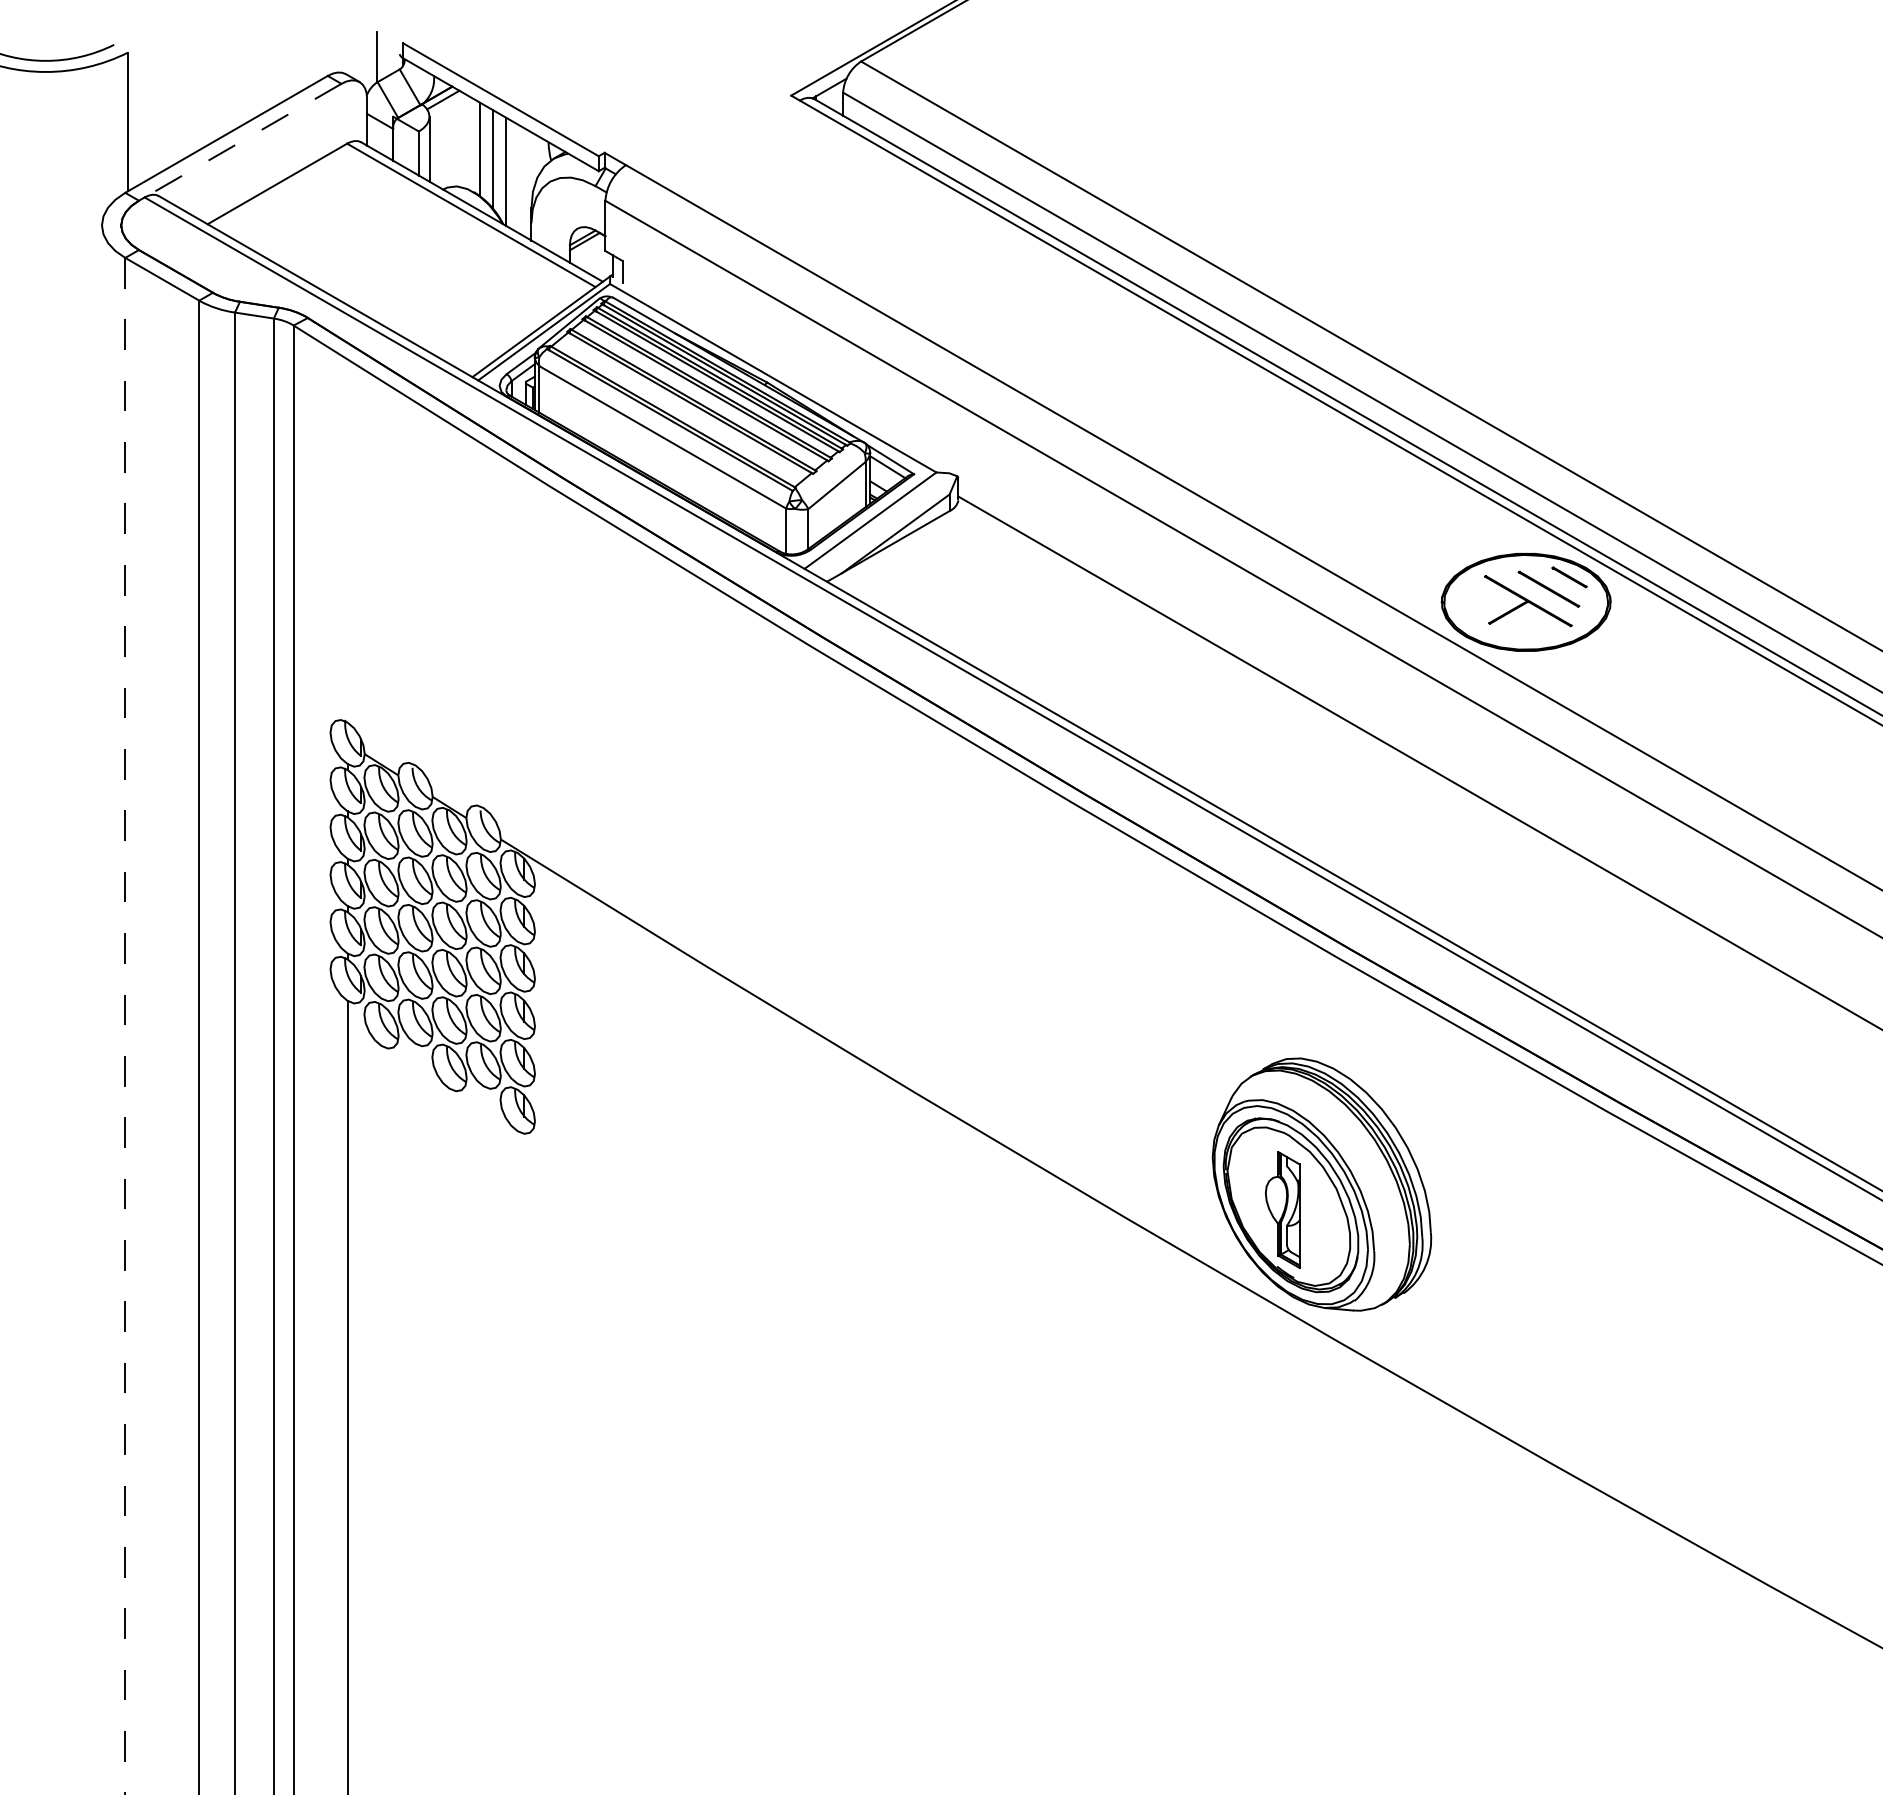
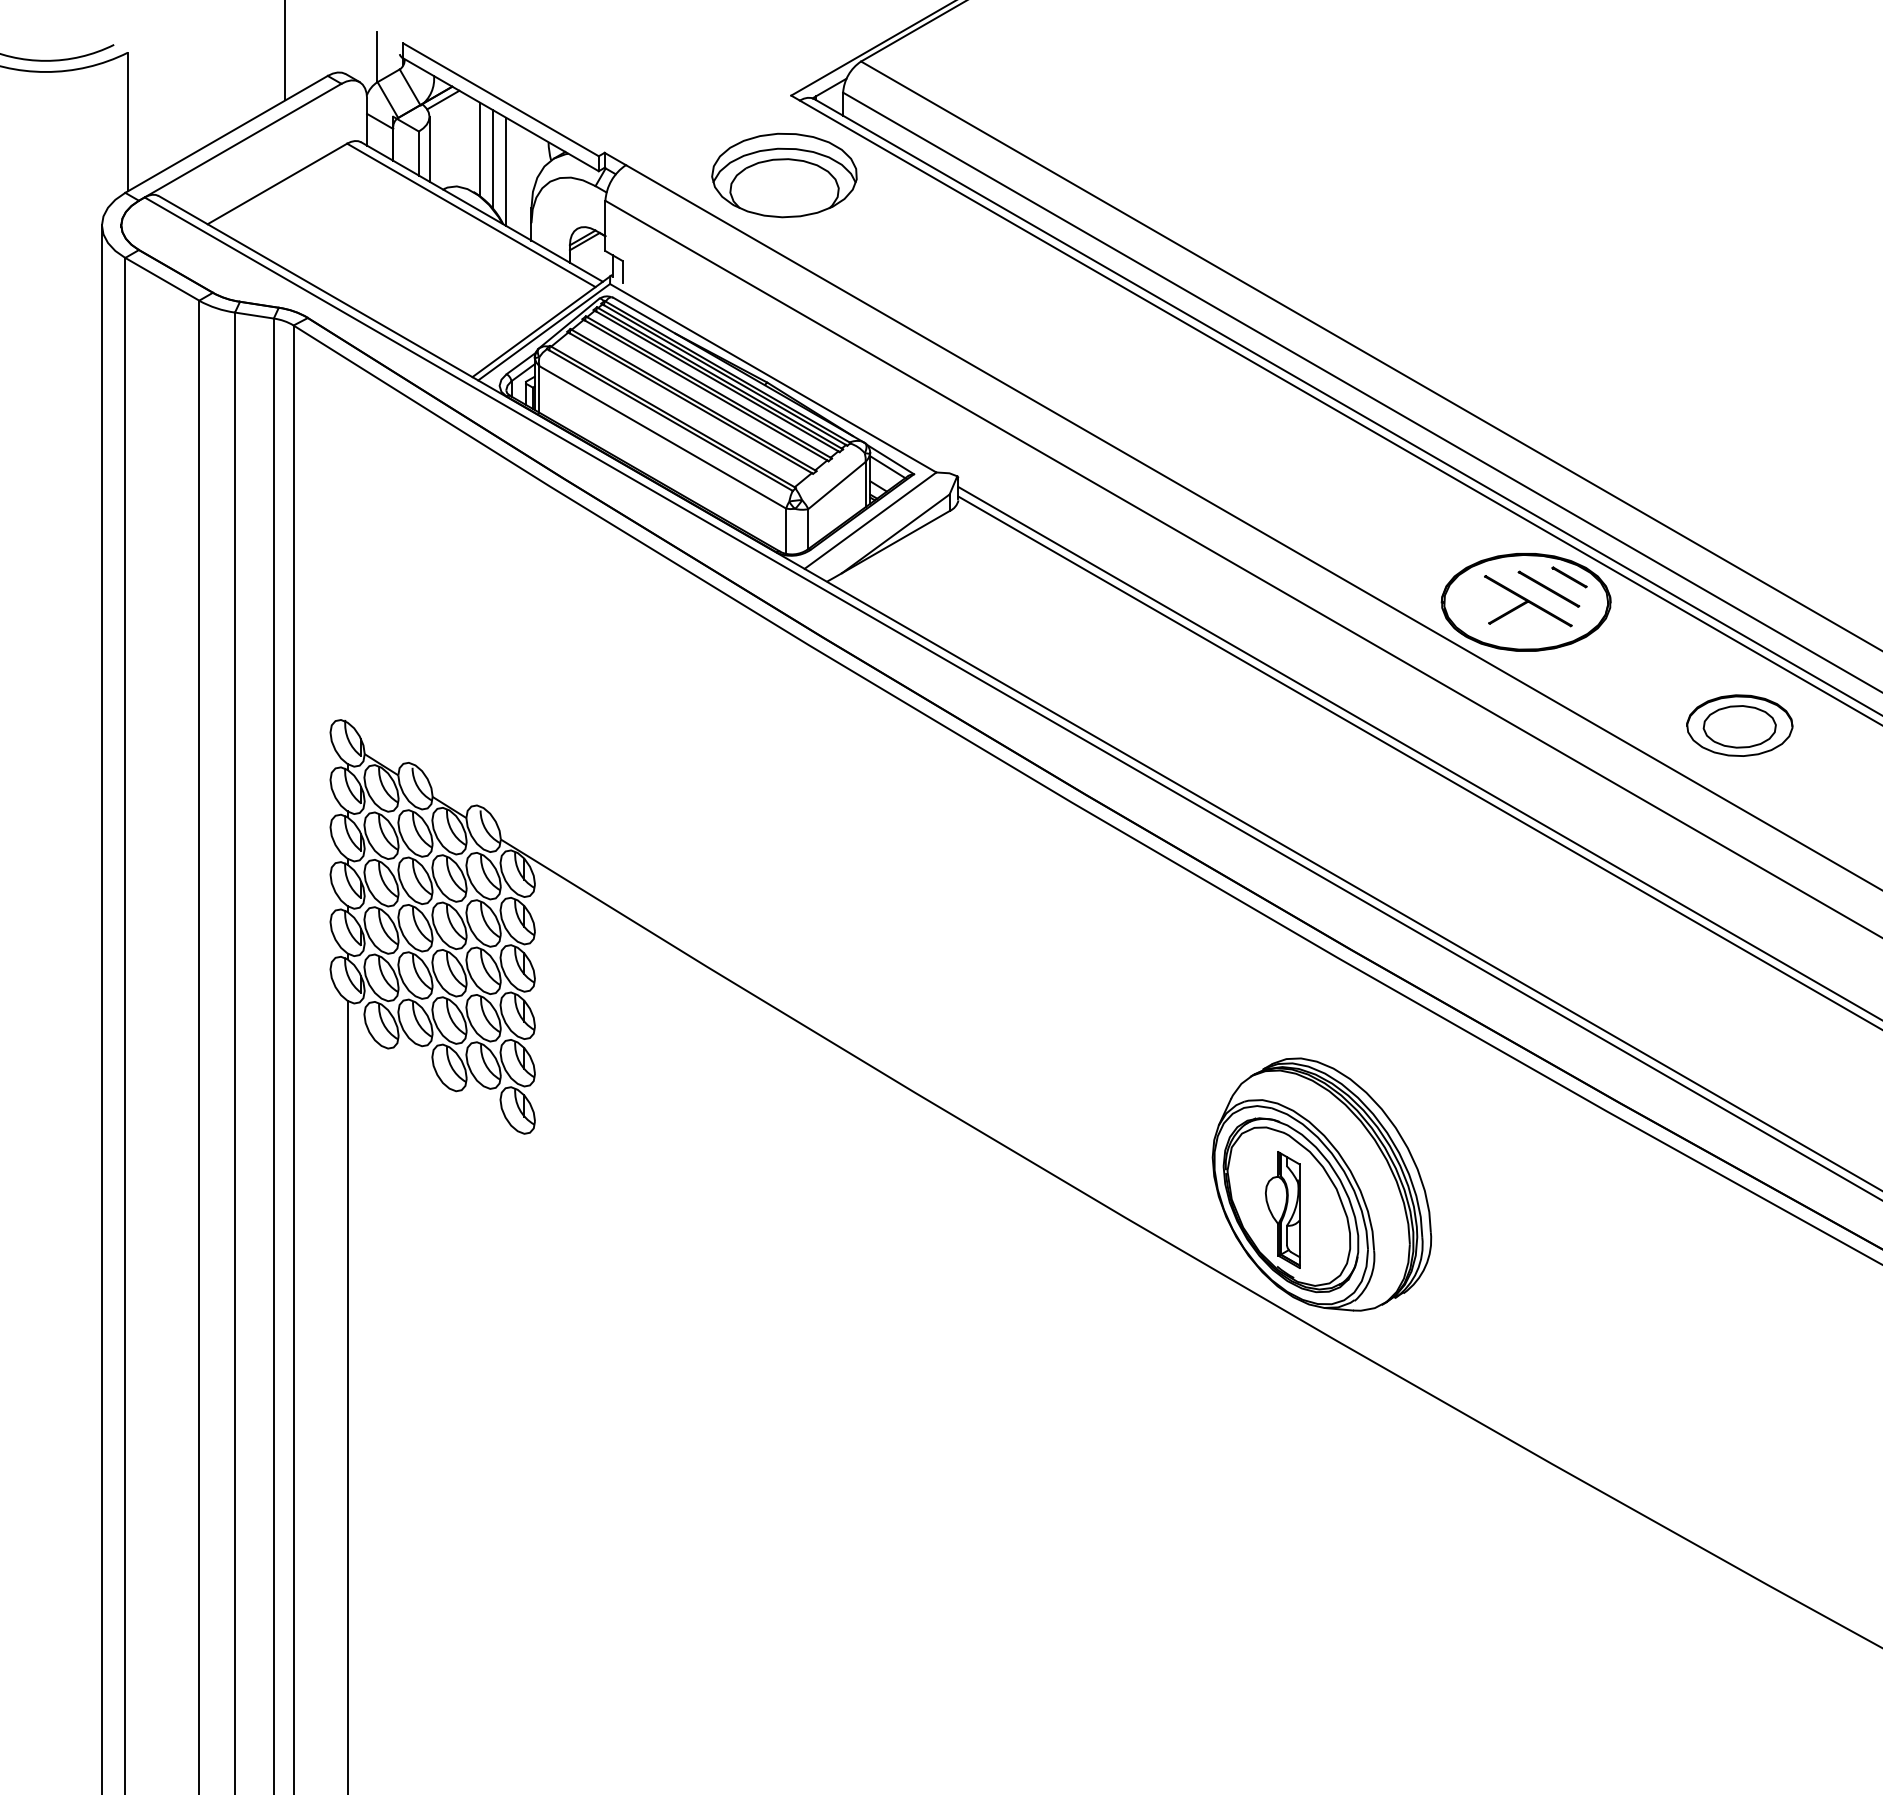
line at (285, 51): none -> present
line at (240, 142): dashed -> solid
part at (784, 175): none -> present
part at (1739, 725): none -> present
line at (1418, 752): none -> present
line at (101, 1008): none -> present
line at (125, 1026): dashed -> solid
